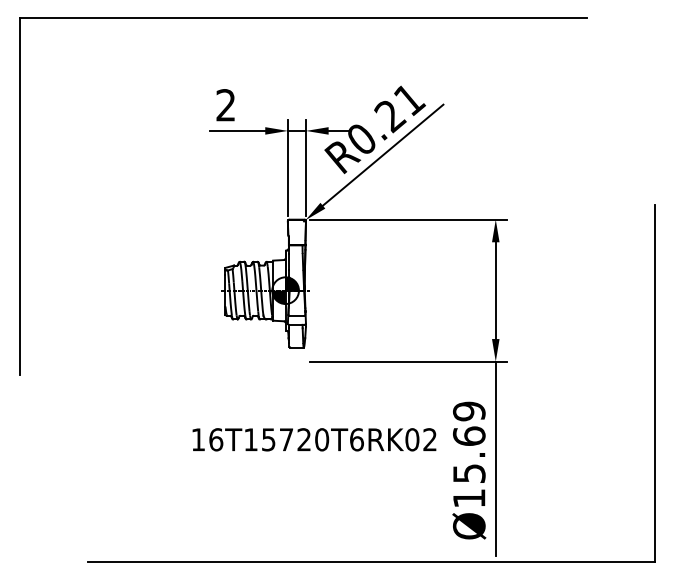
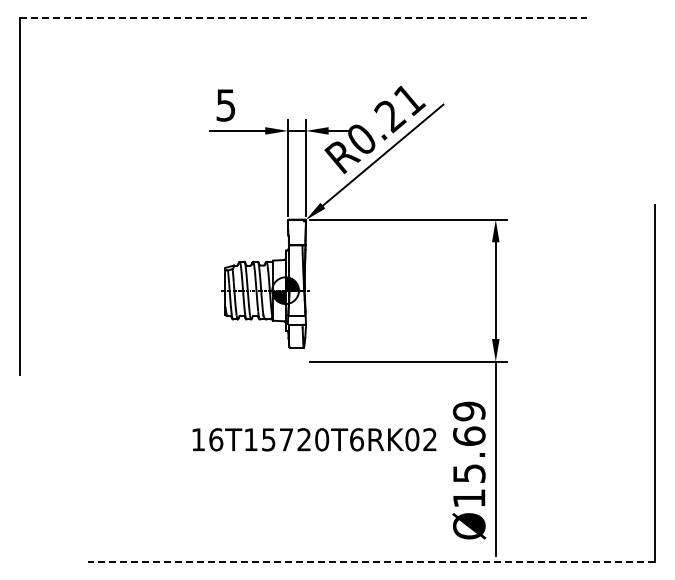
line at (304, 17): solid -> dashed
text at (225, 105): 2 -> 5
line at (370, 562): solid -> dashed
